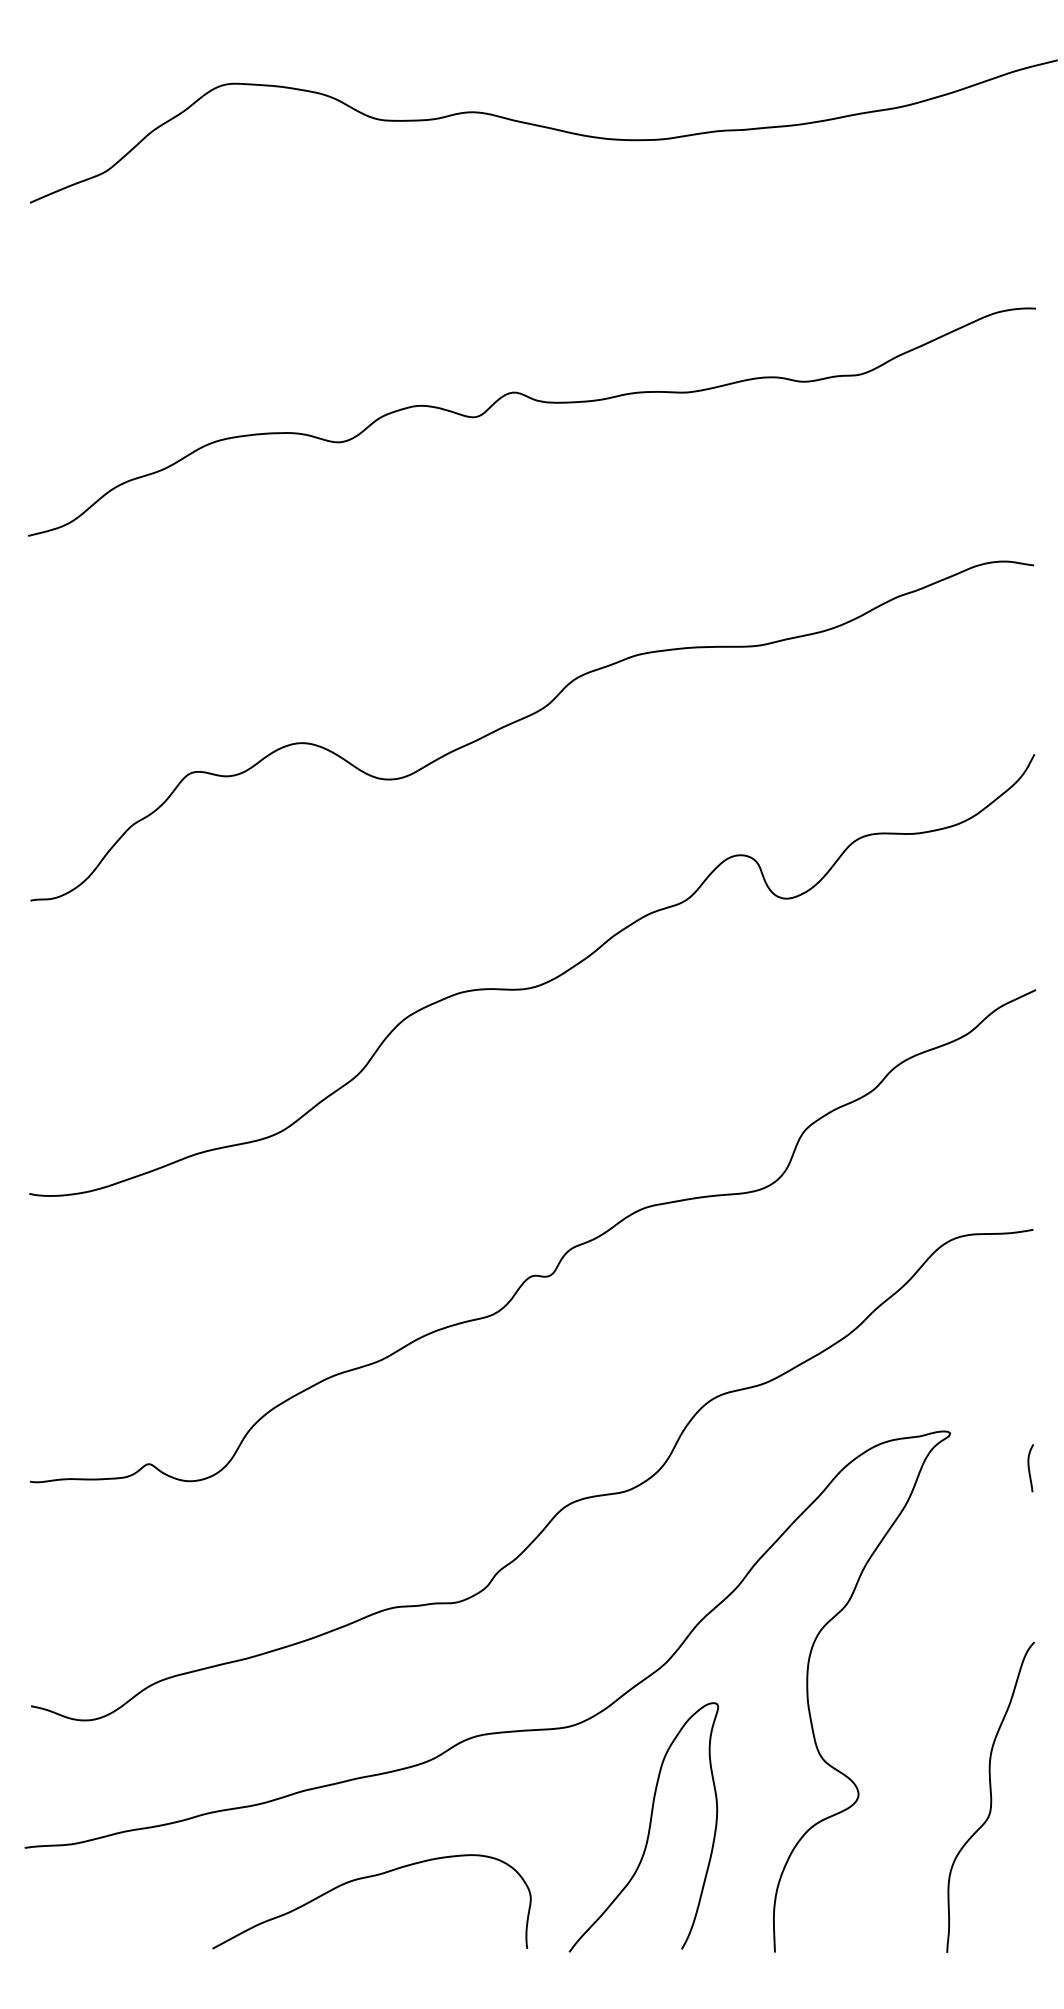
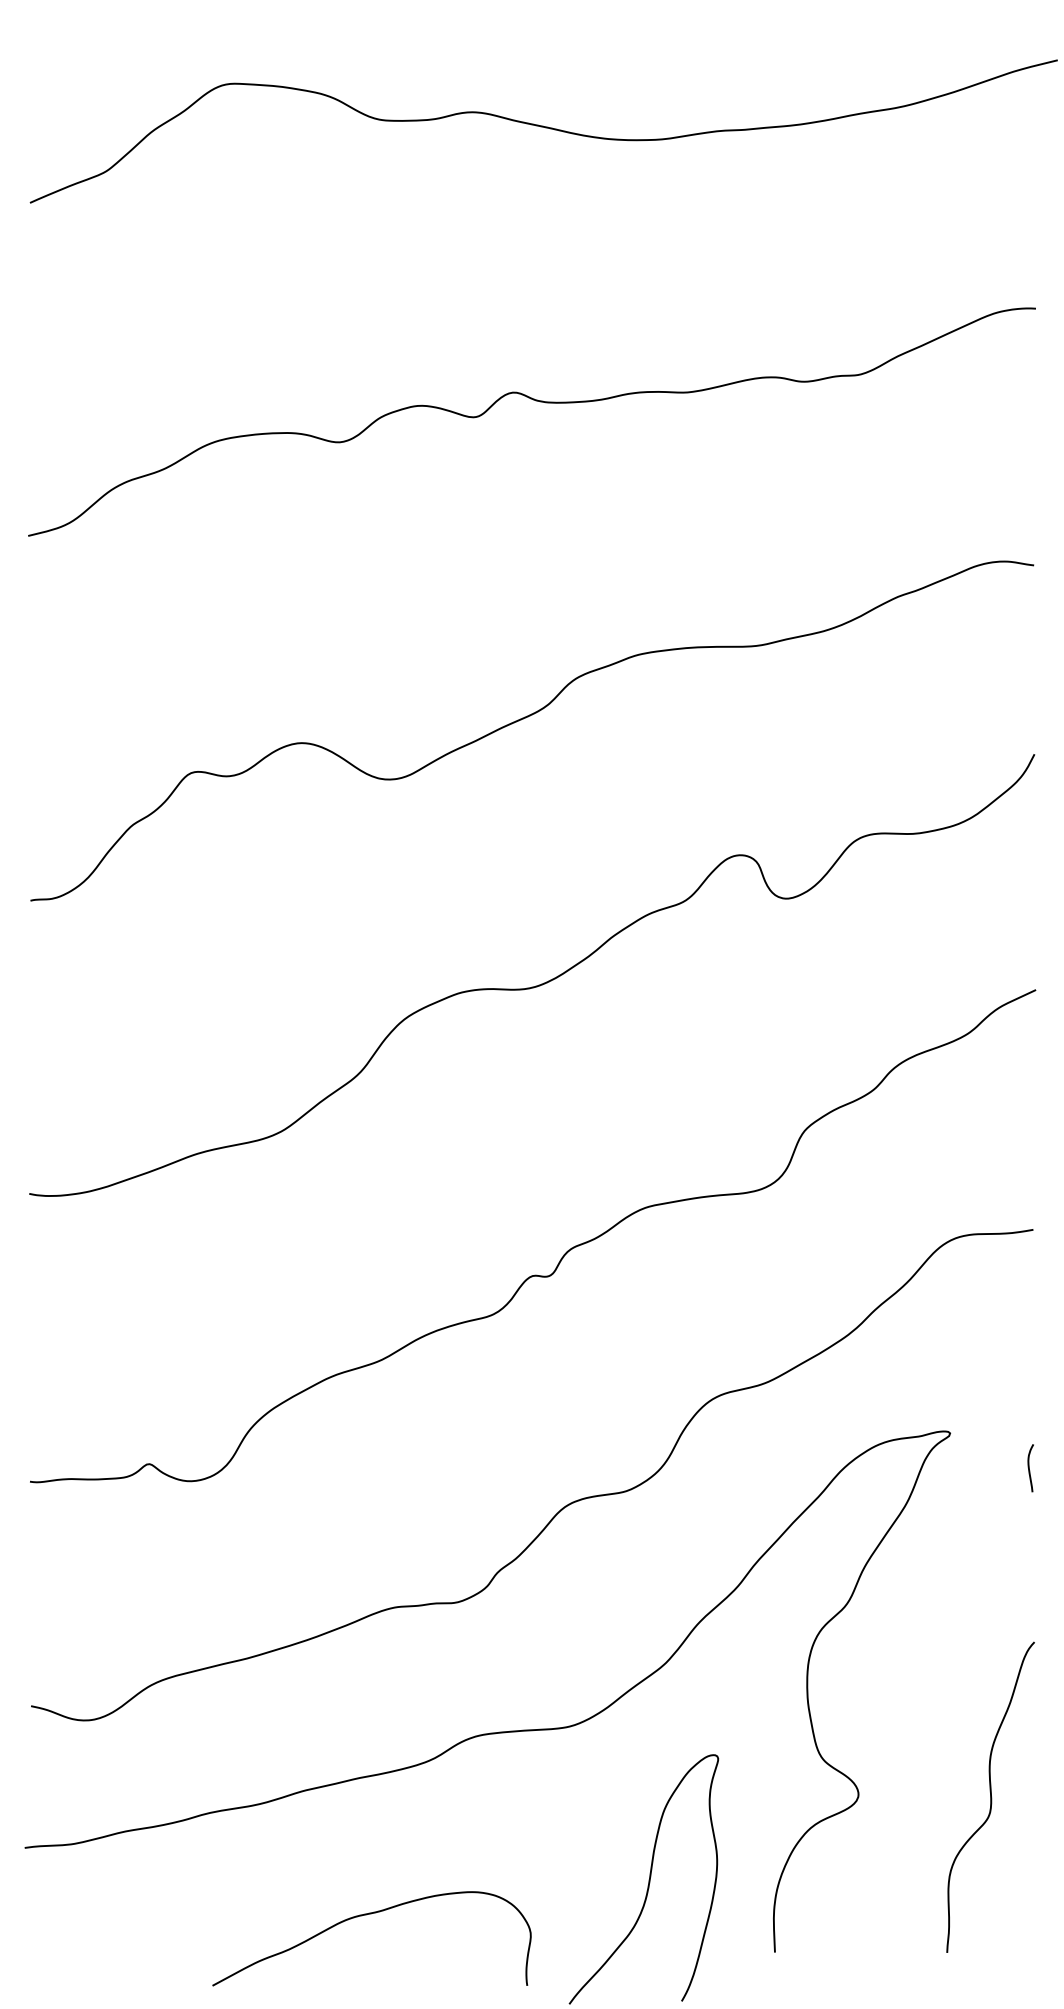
curve at (648, 1827) position: (648, 1827) -> (648, 1879)
curve at (366, 1878) position: (366, 1878) -> (366, 1915)
